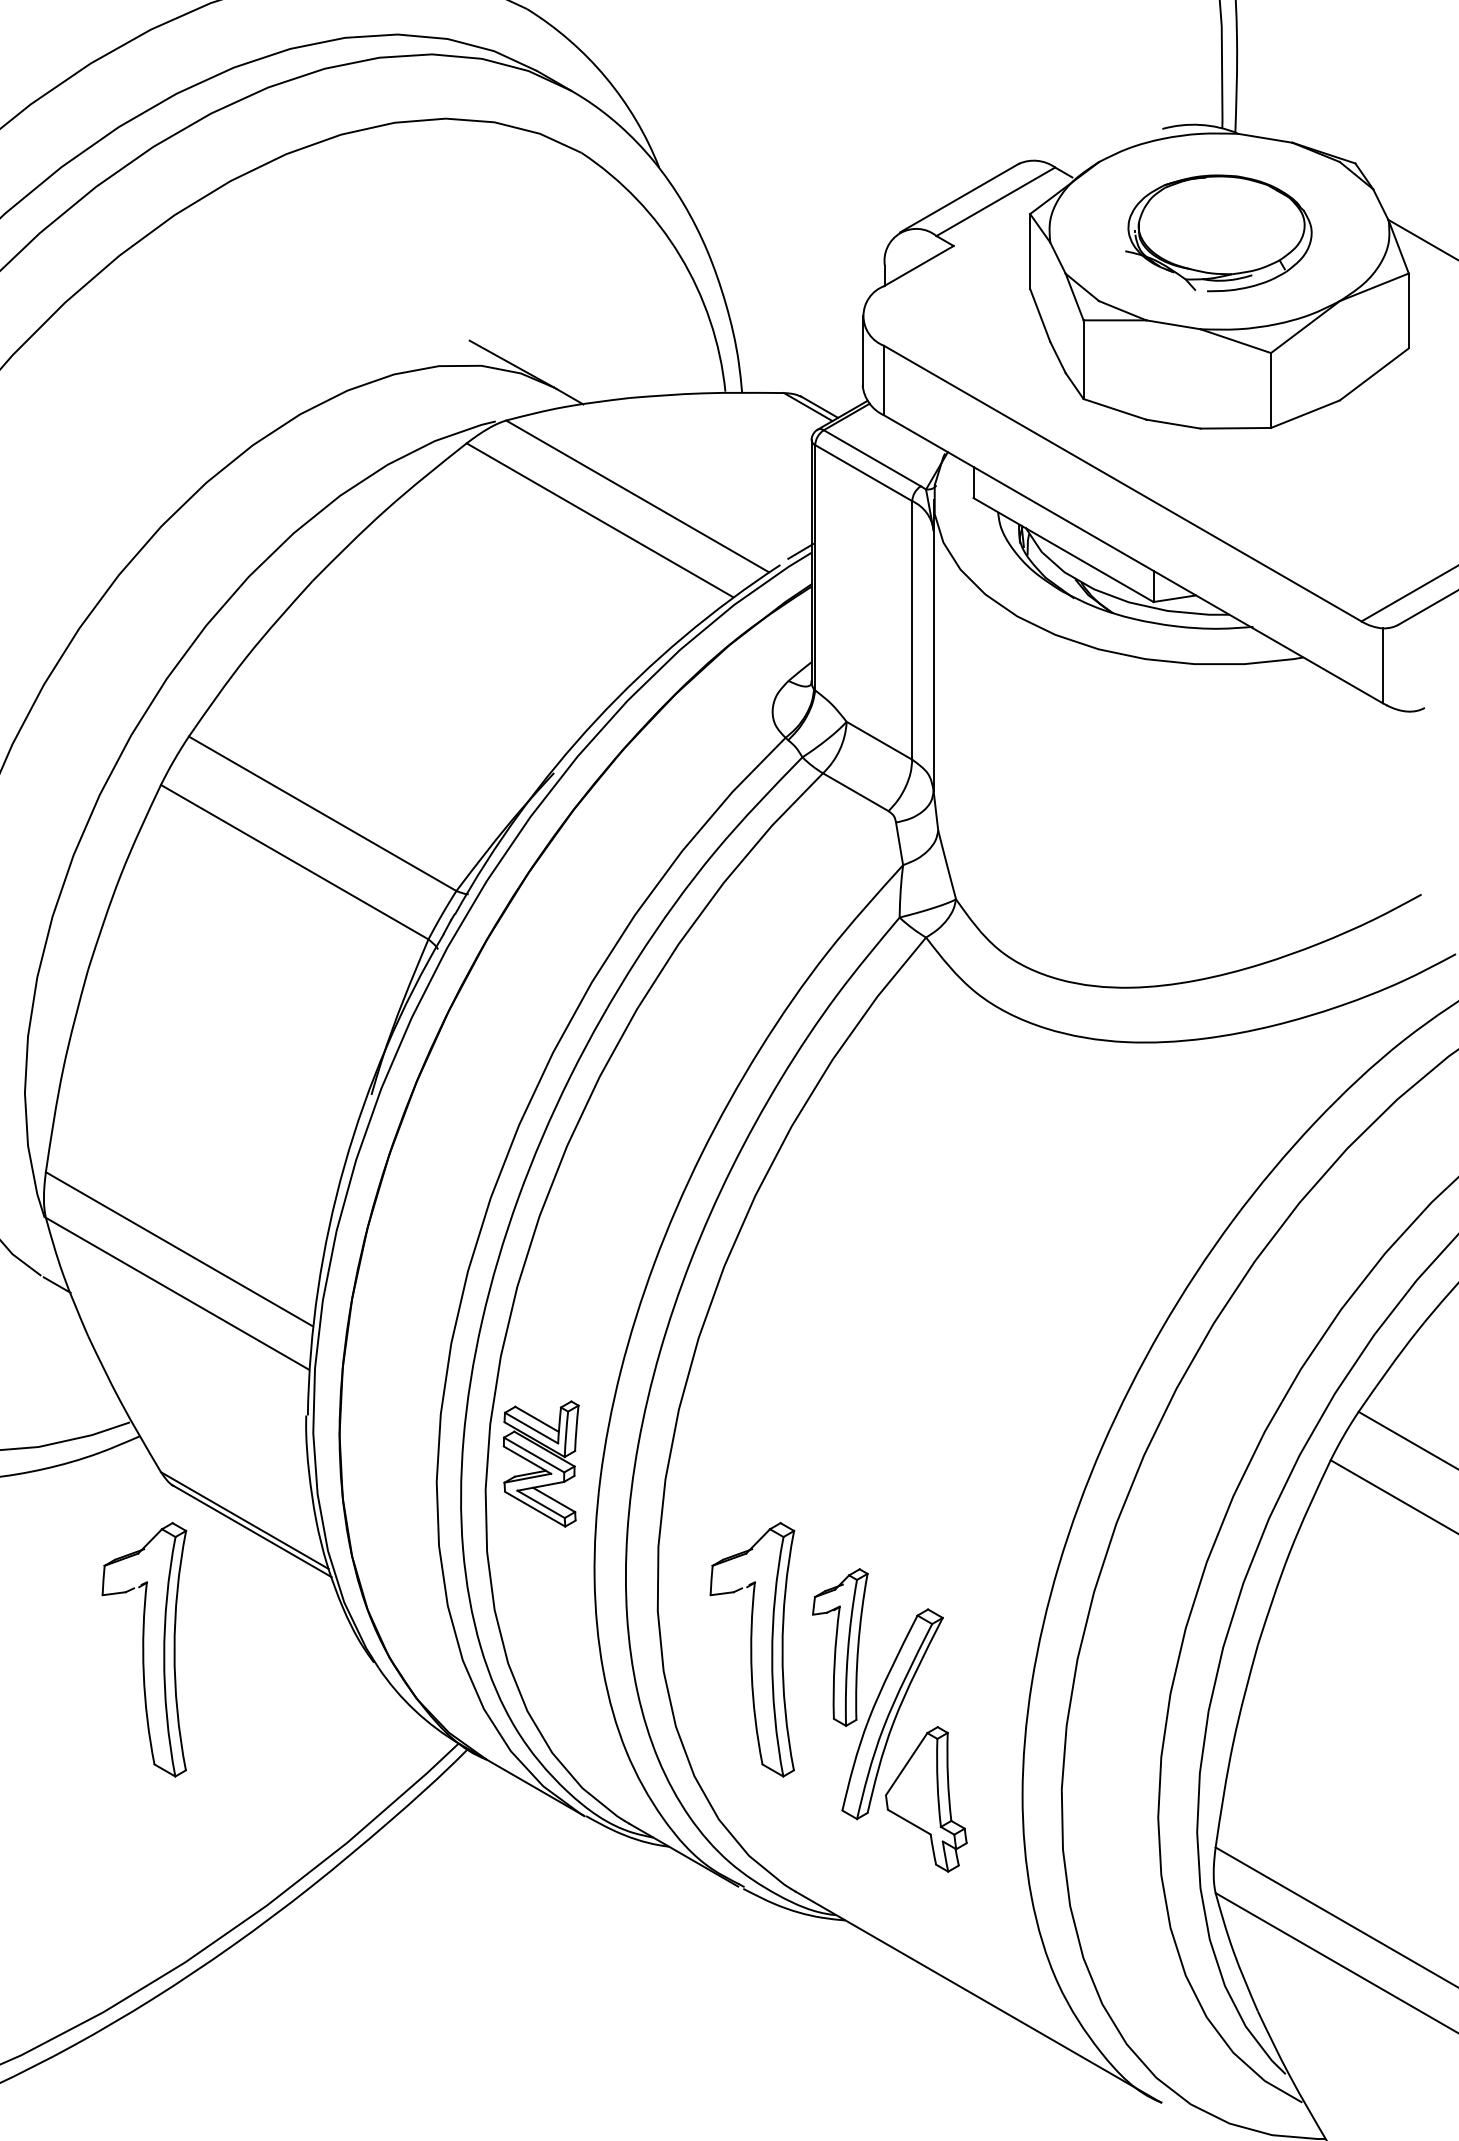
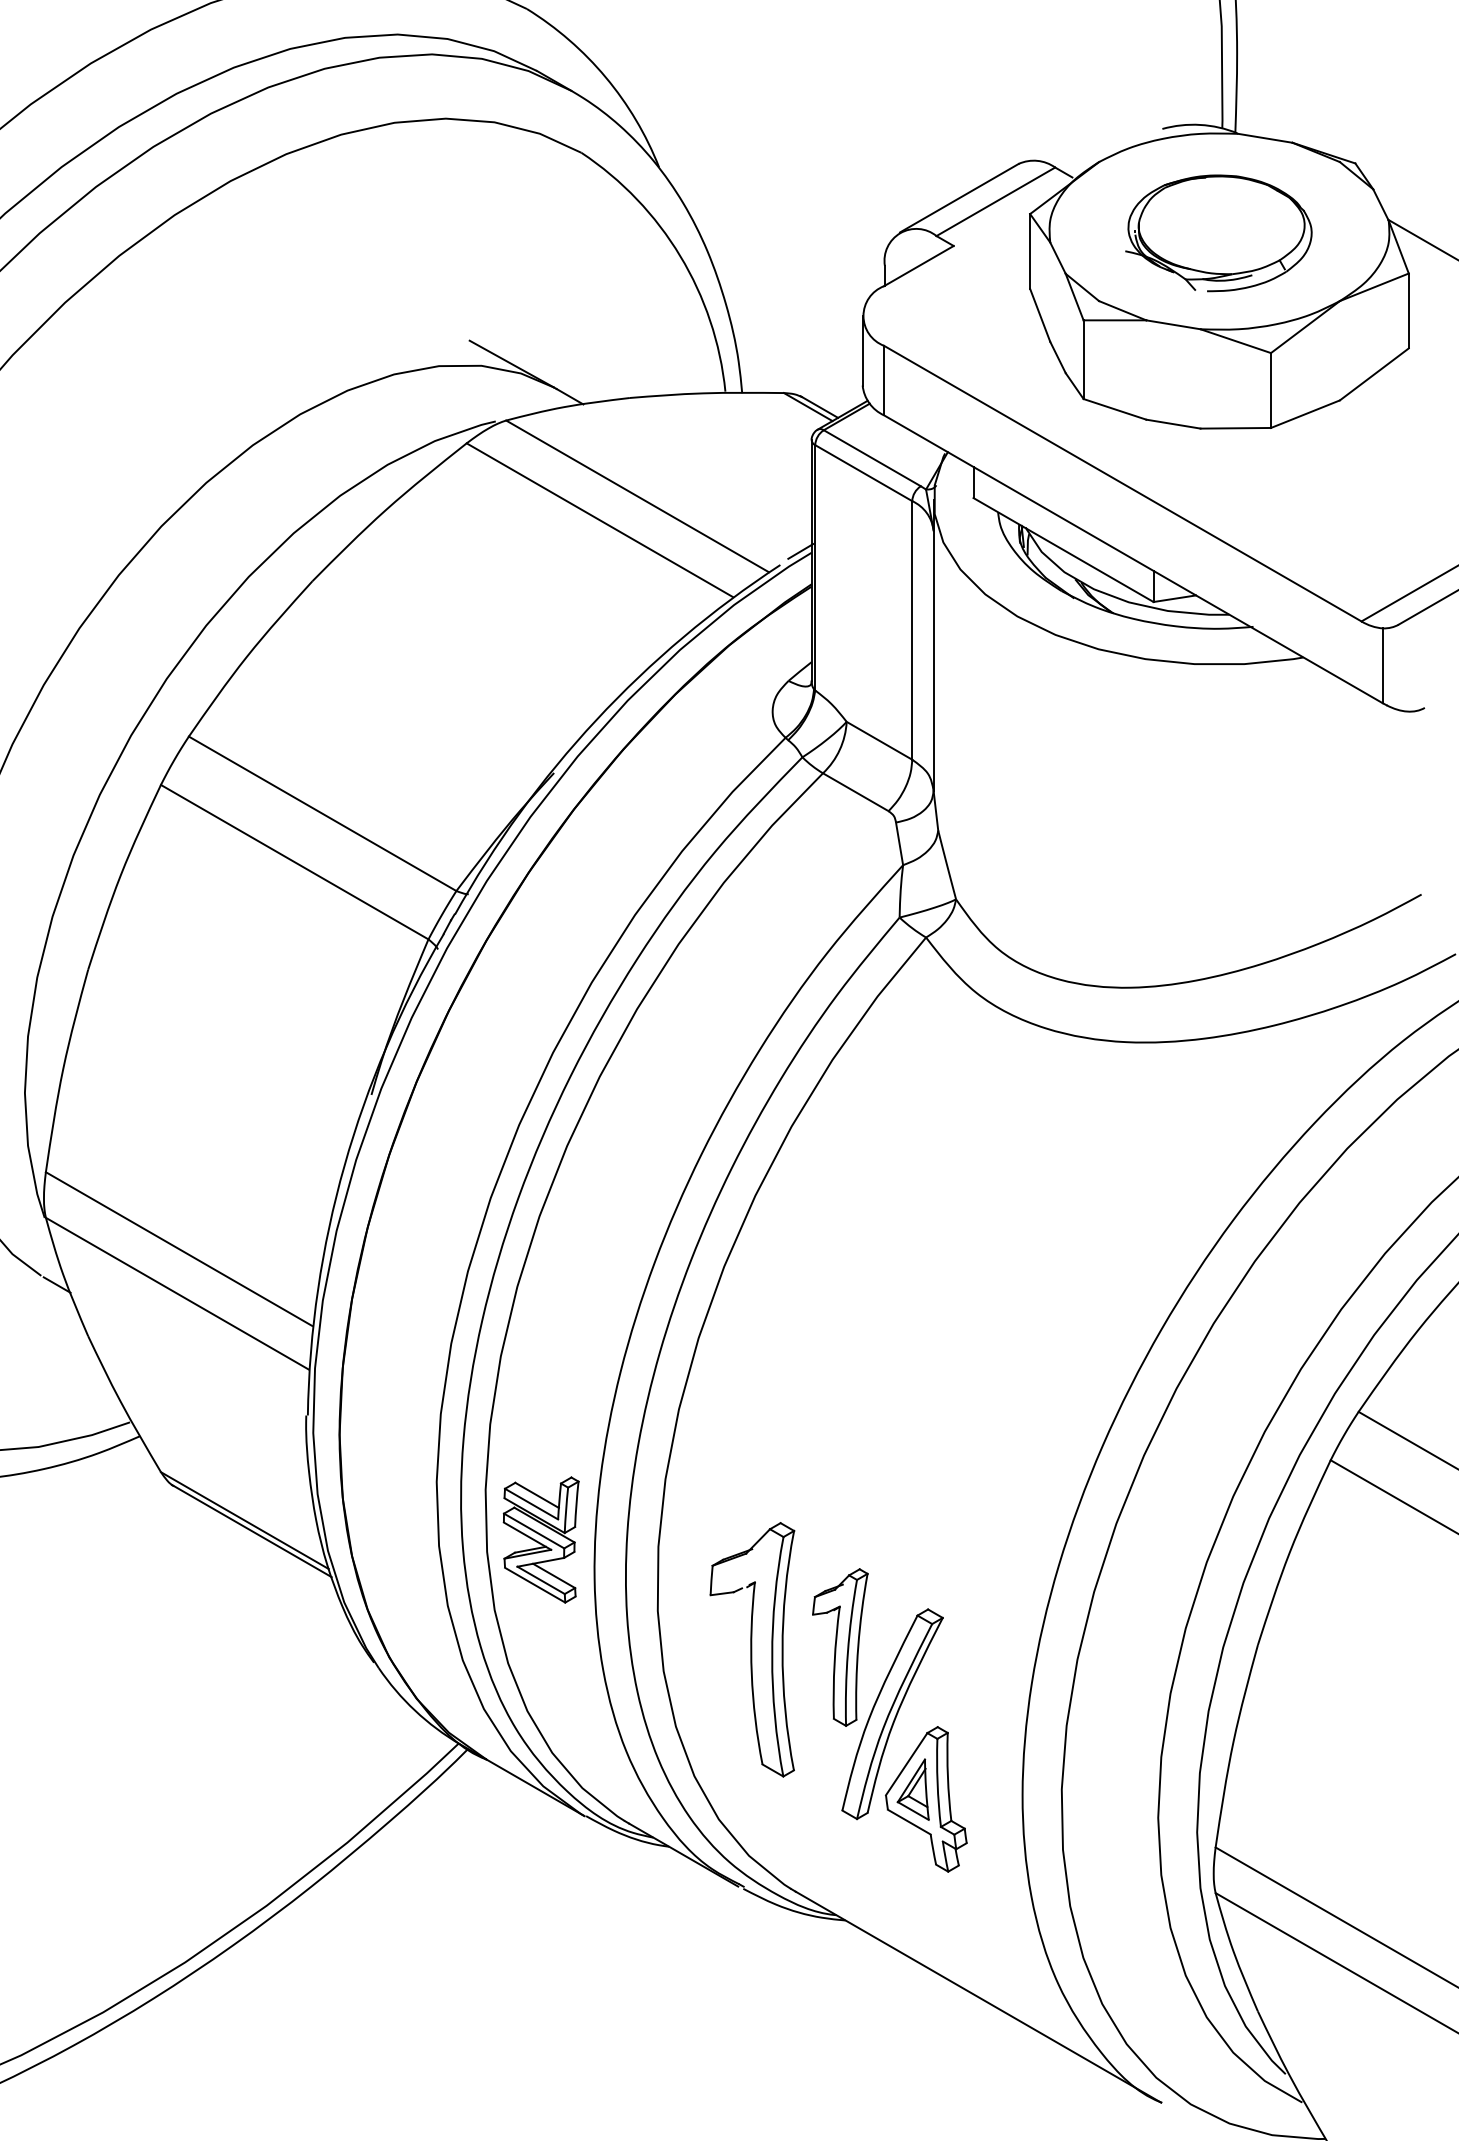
part at (540, 1463) position: (540, 1463) -> (540, 1539)
part at (144, 1649): present -> none
part at (912, 1789): none -> present
